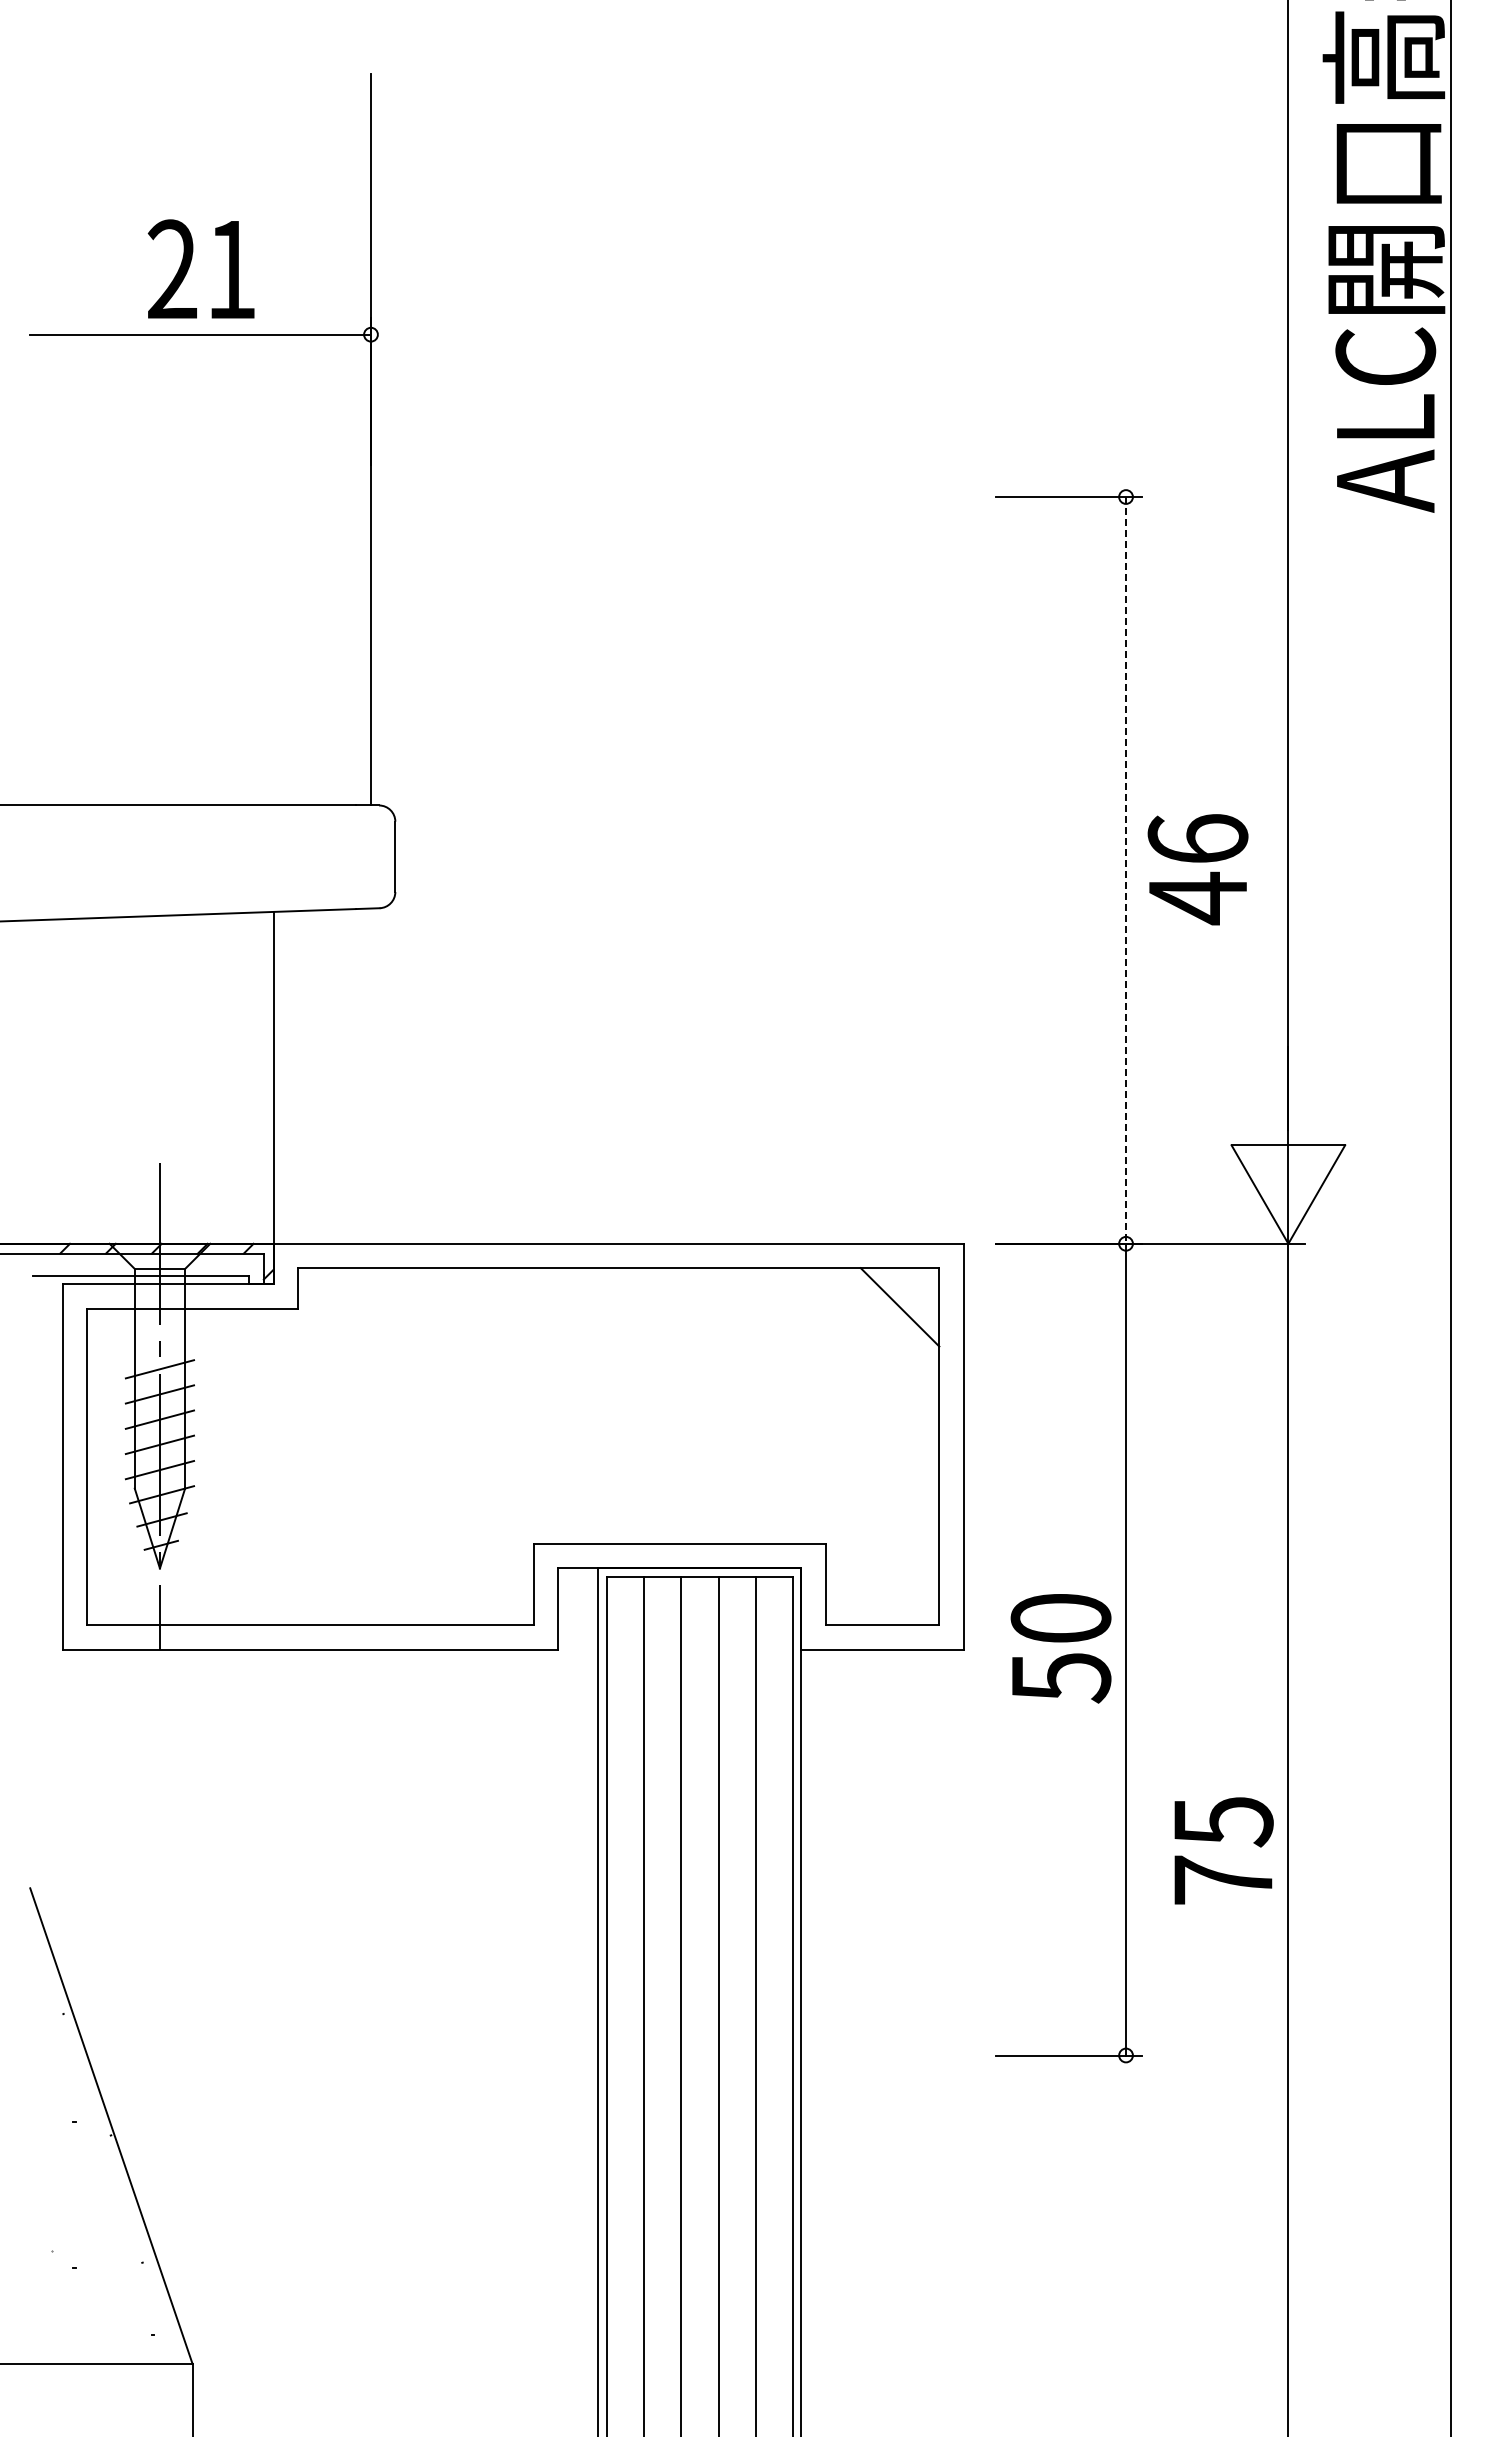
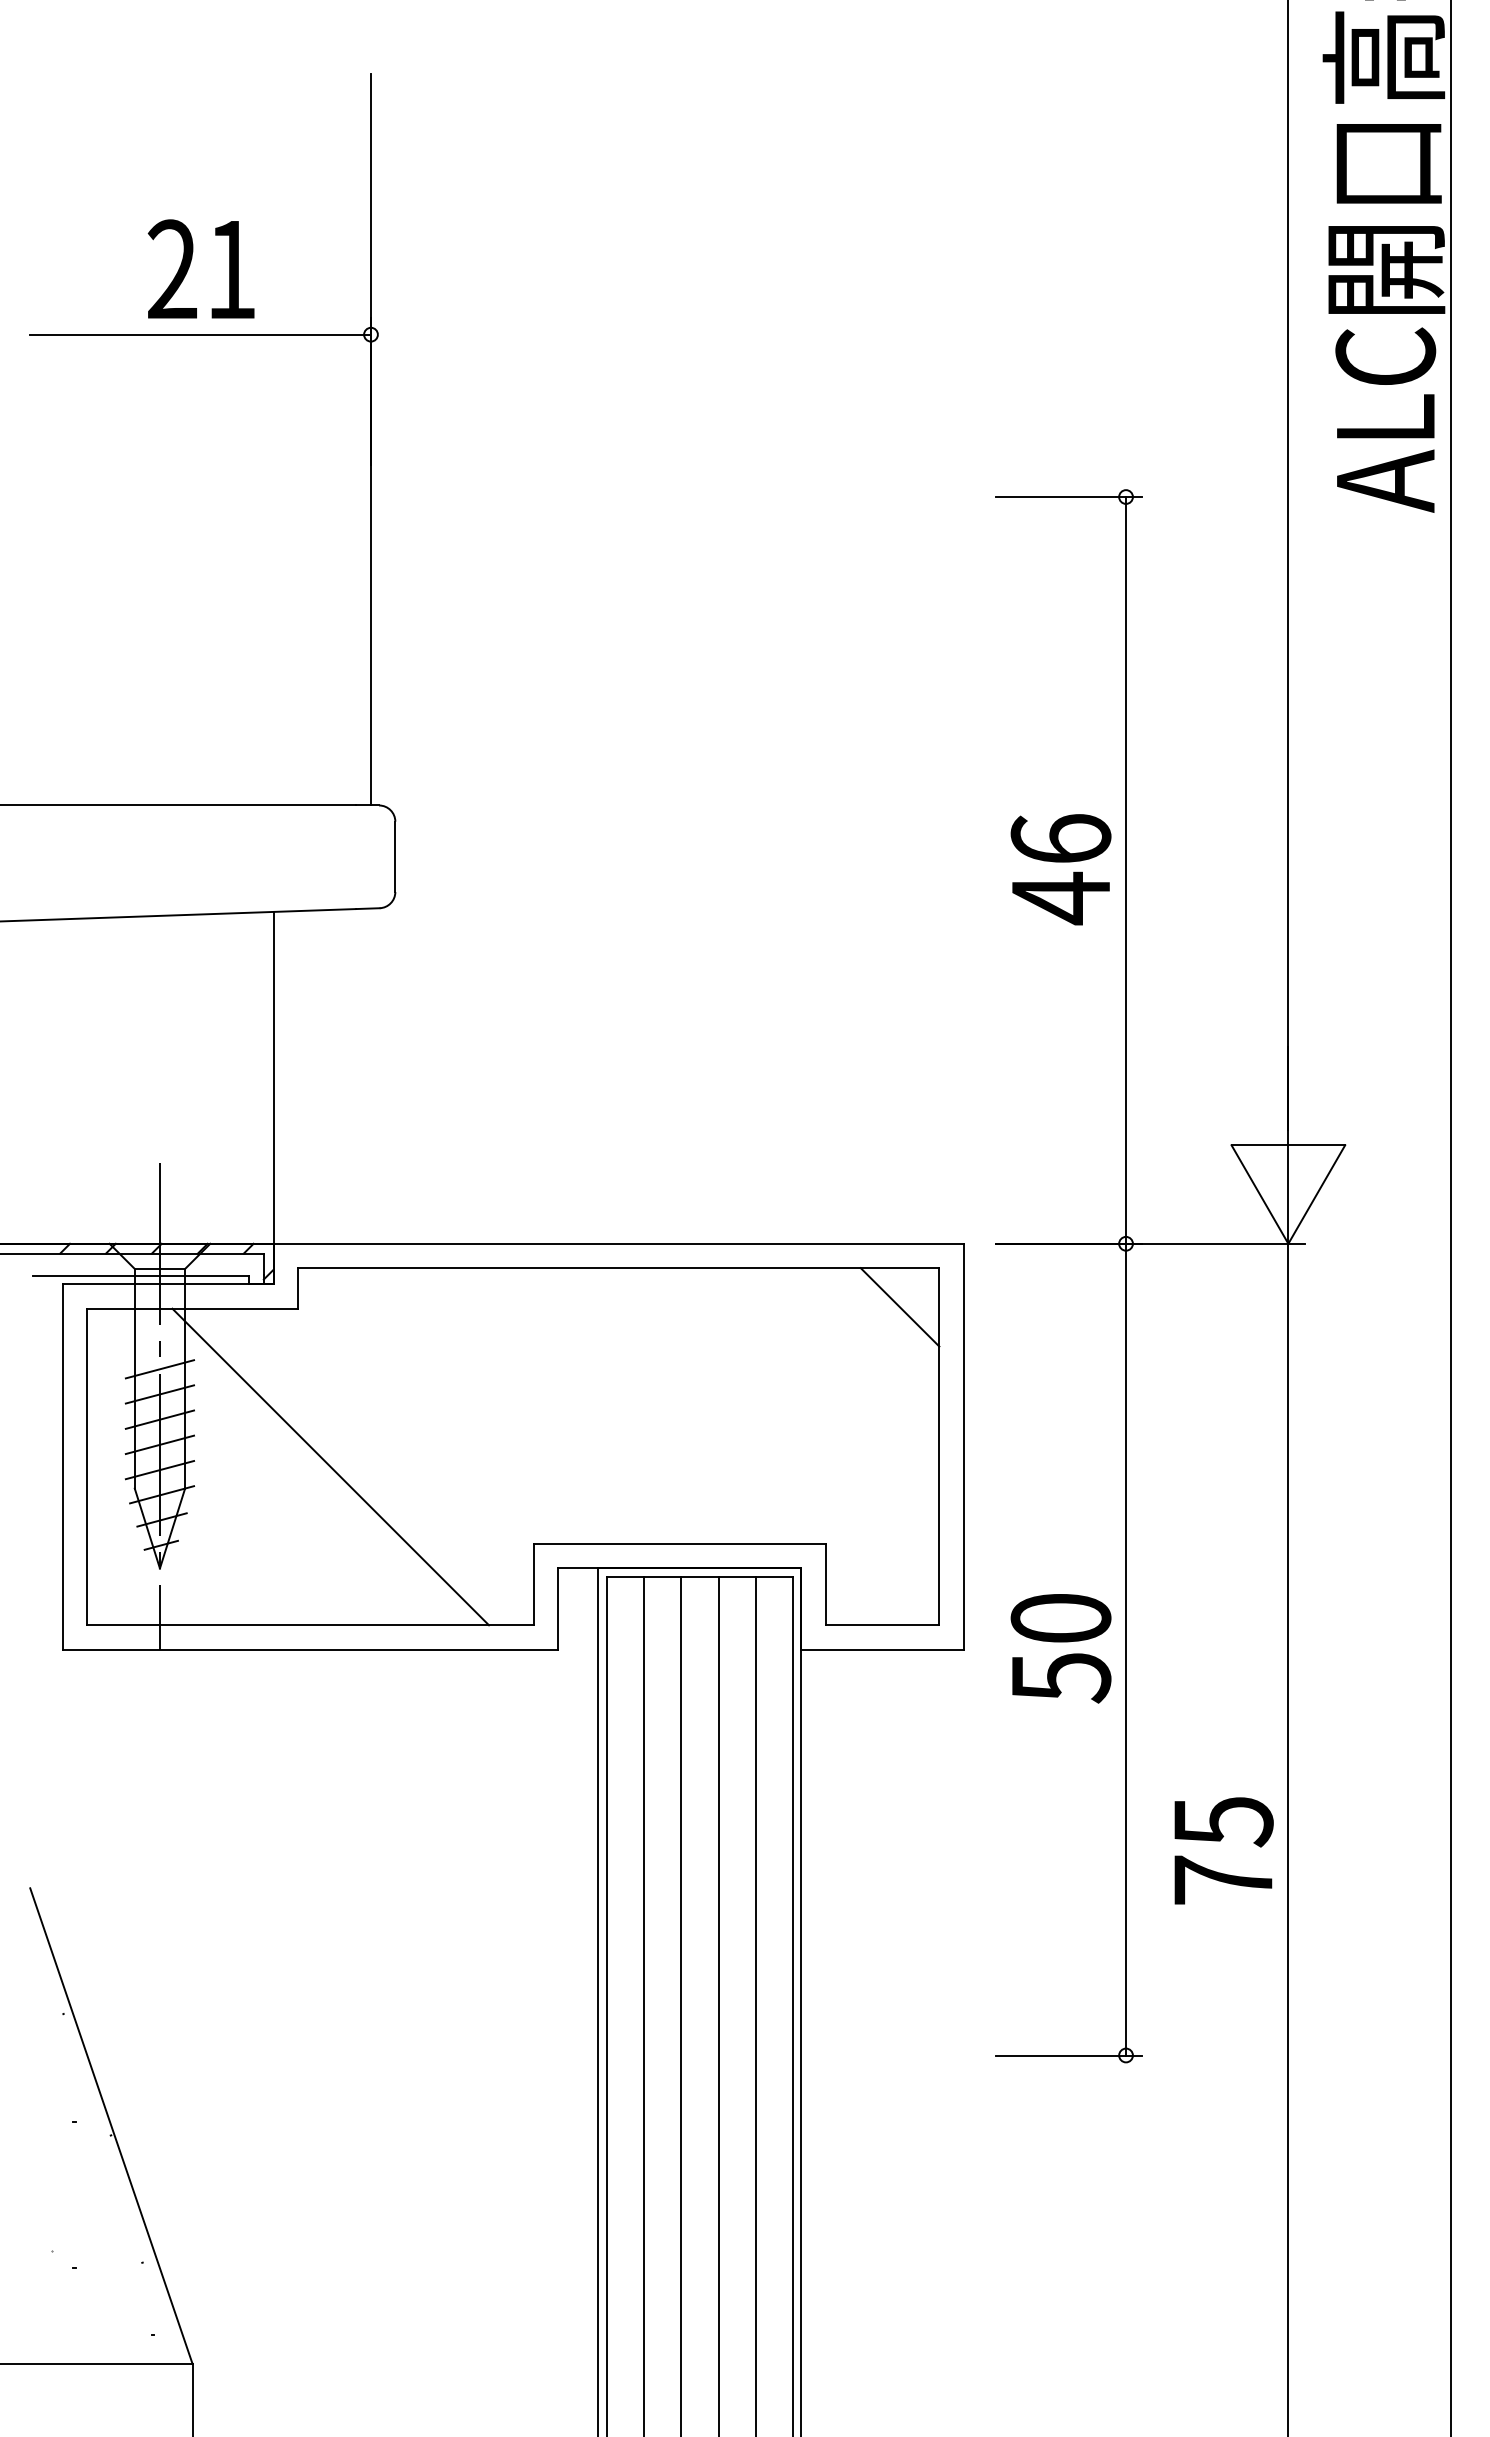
text at (1197, 869) position: (1197, 869) -> (1060, 869)
line at (1126, 870): dashed -> solid
line at (330, 1466): none -> present
